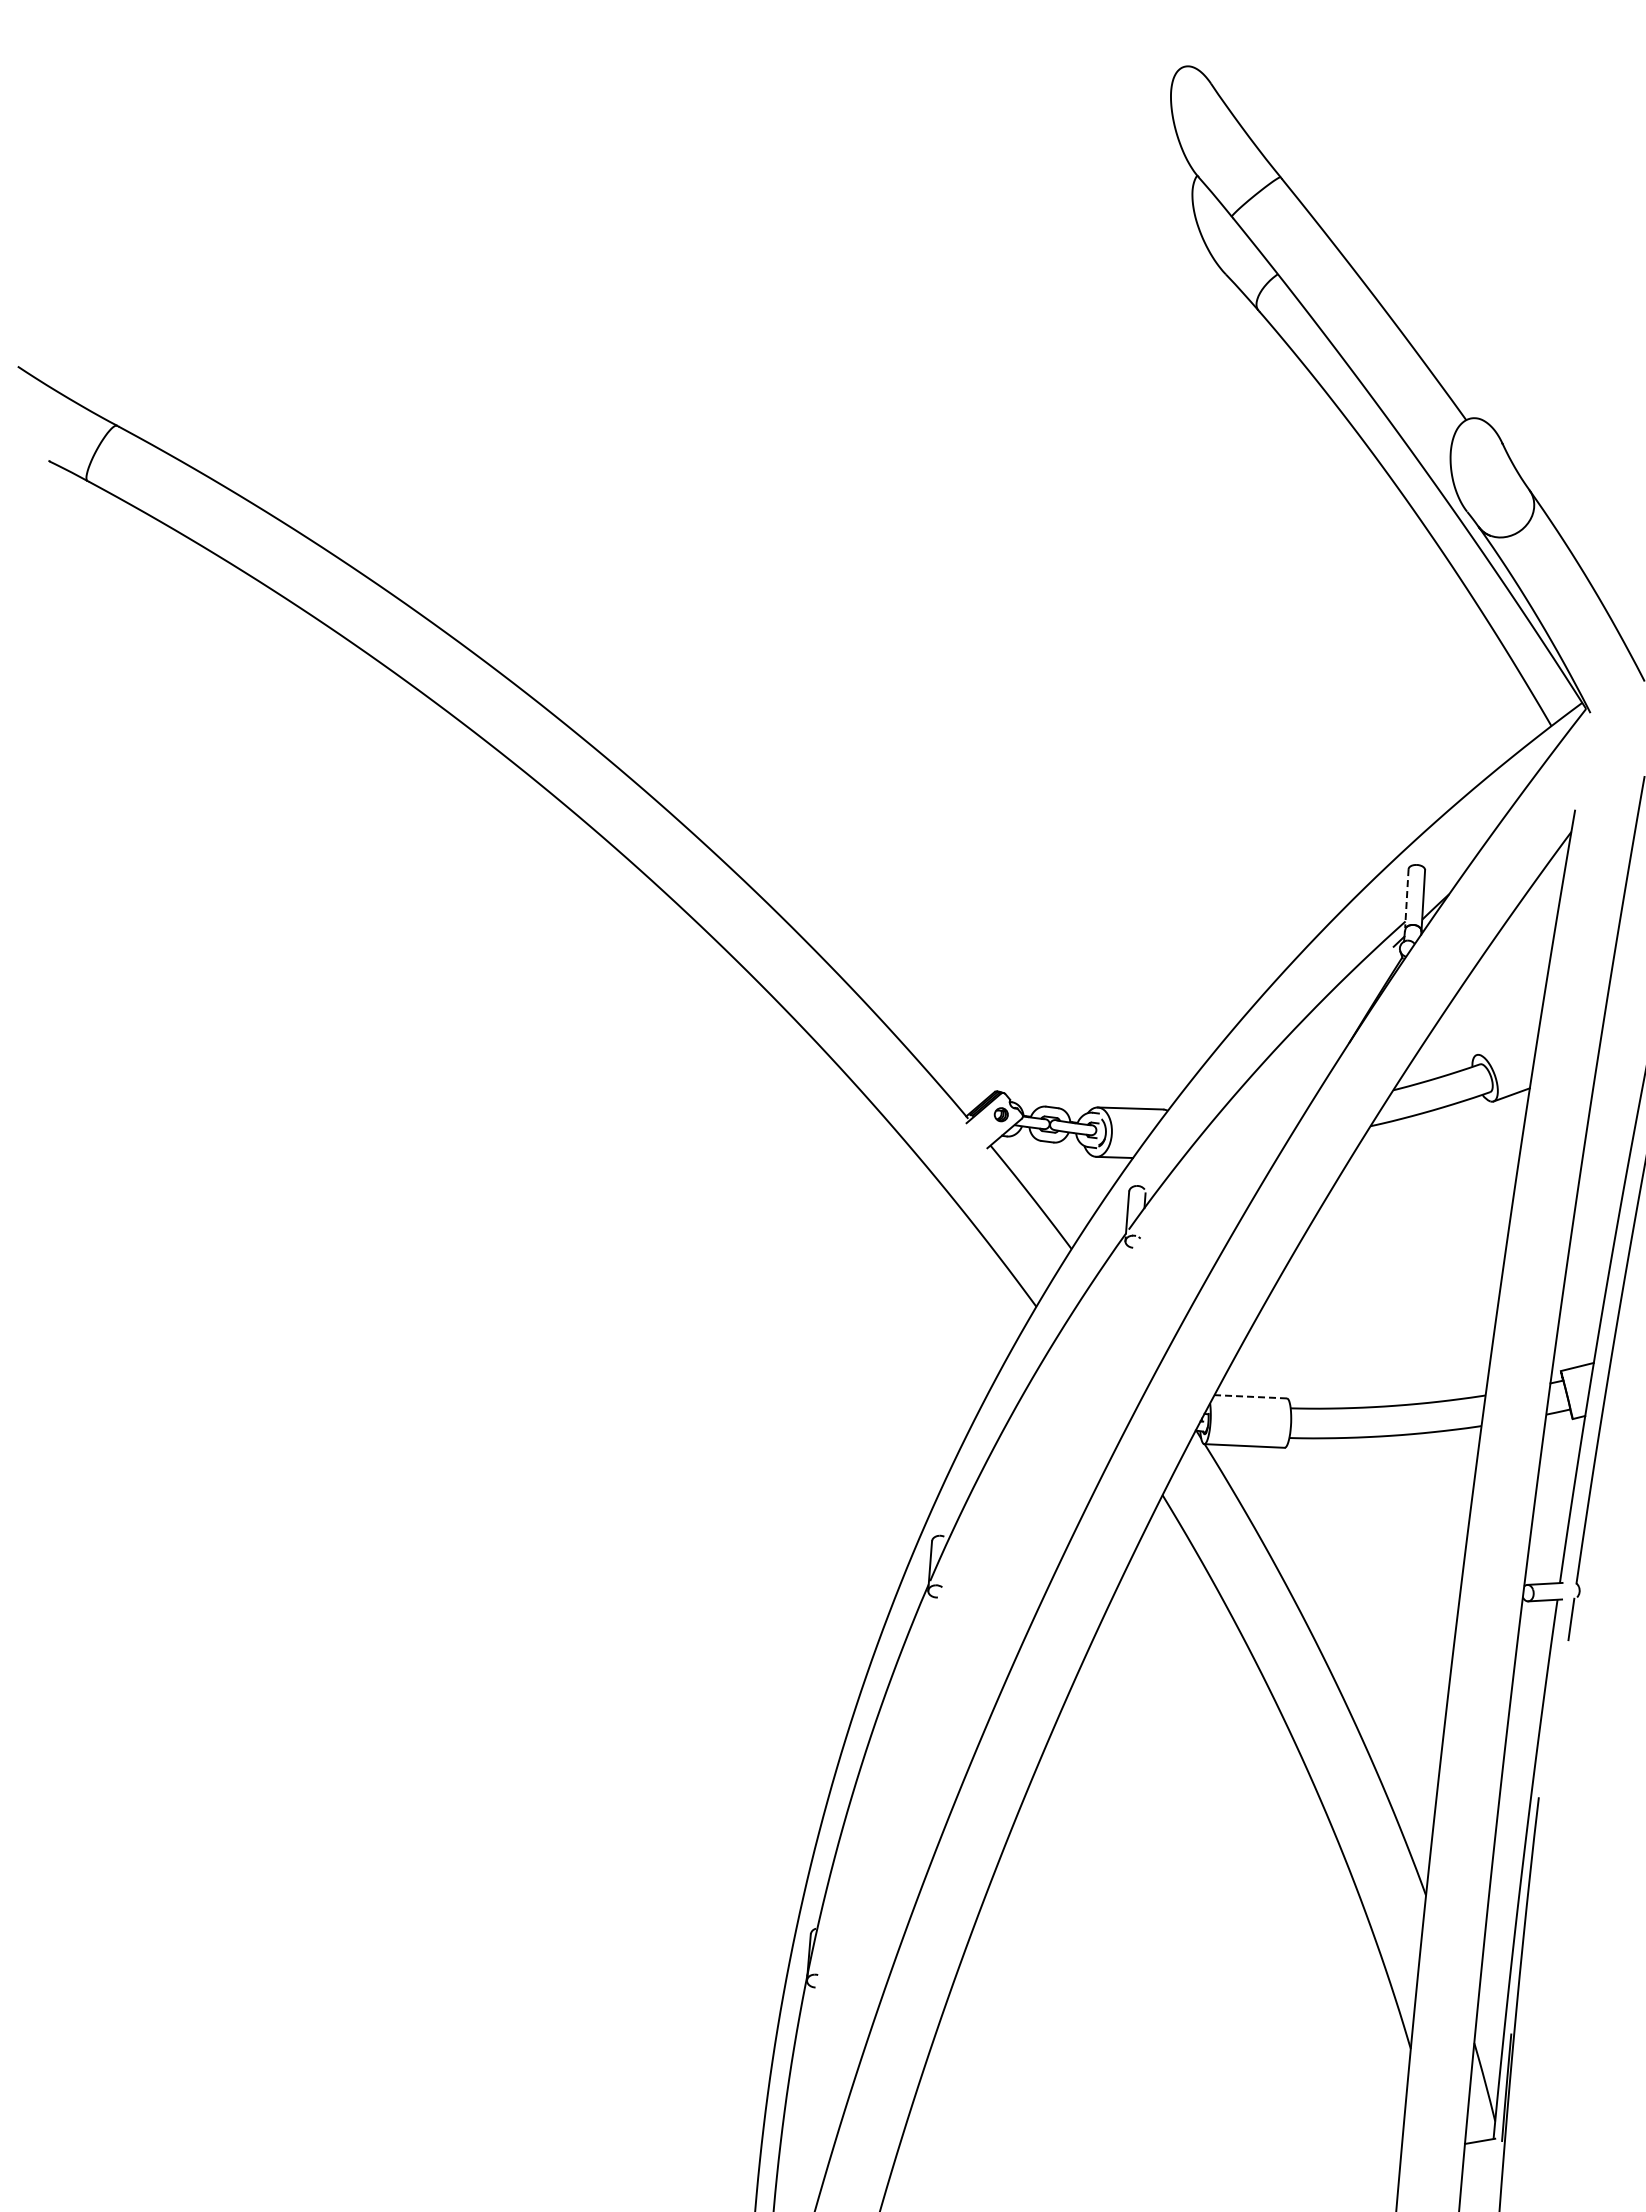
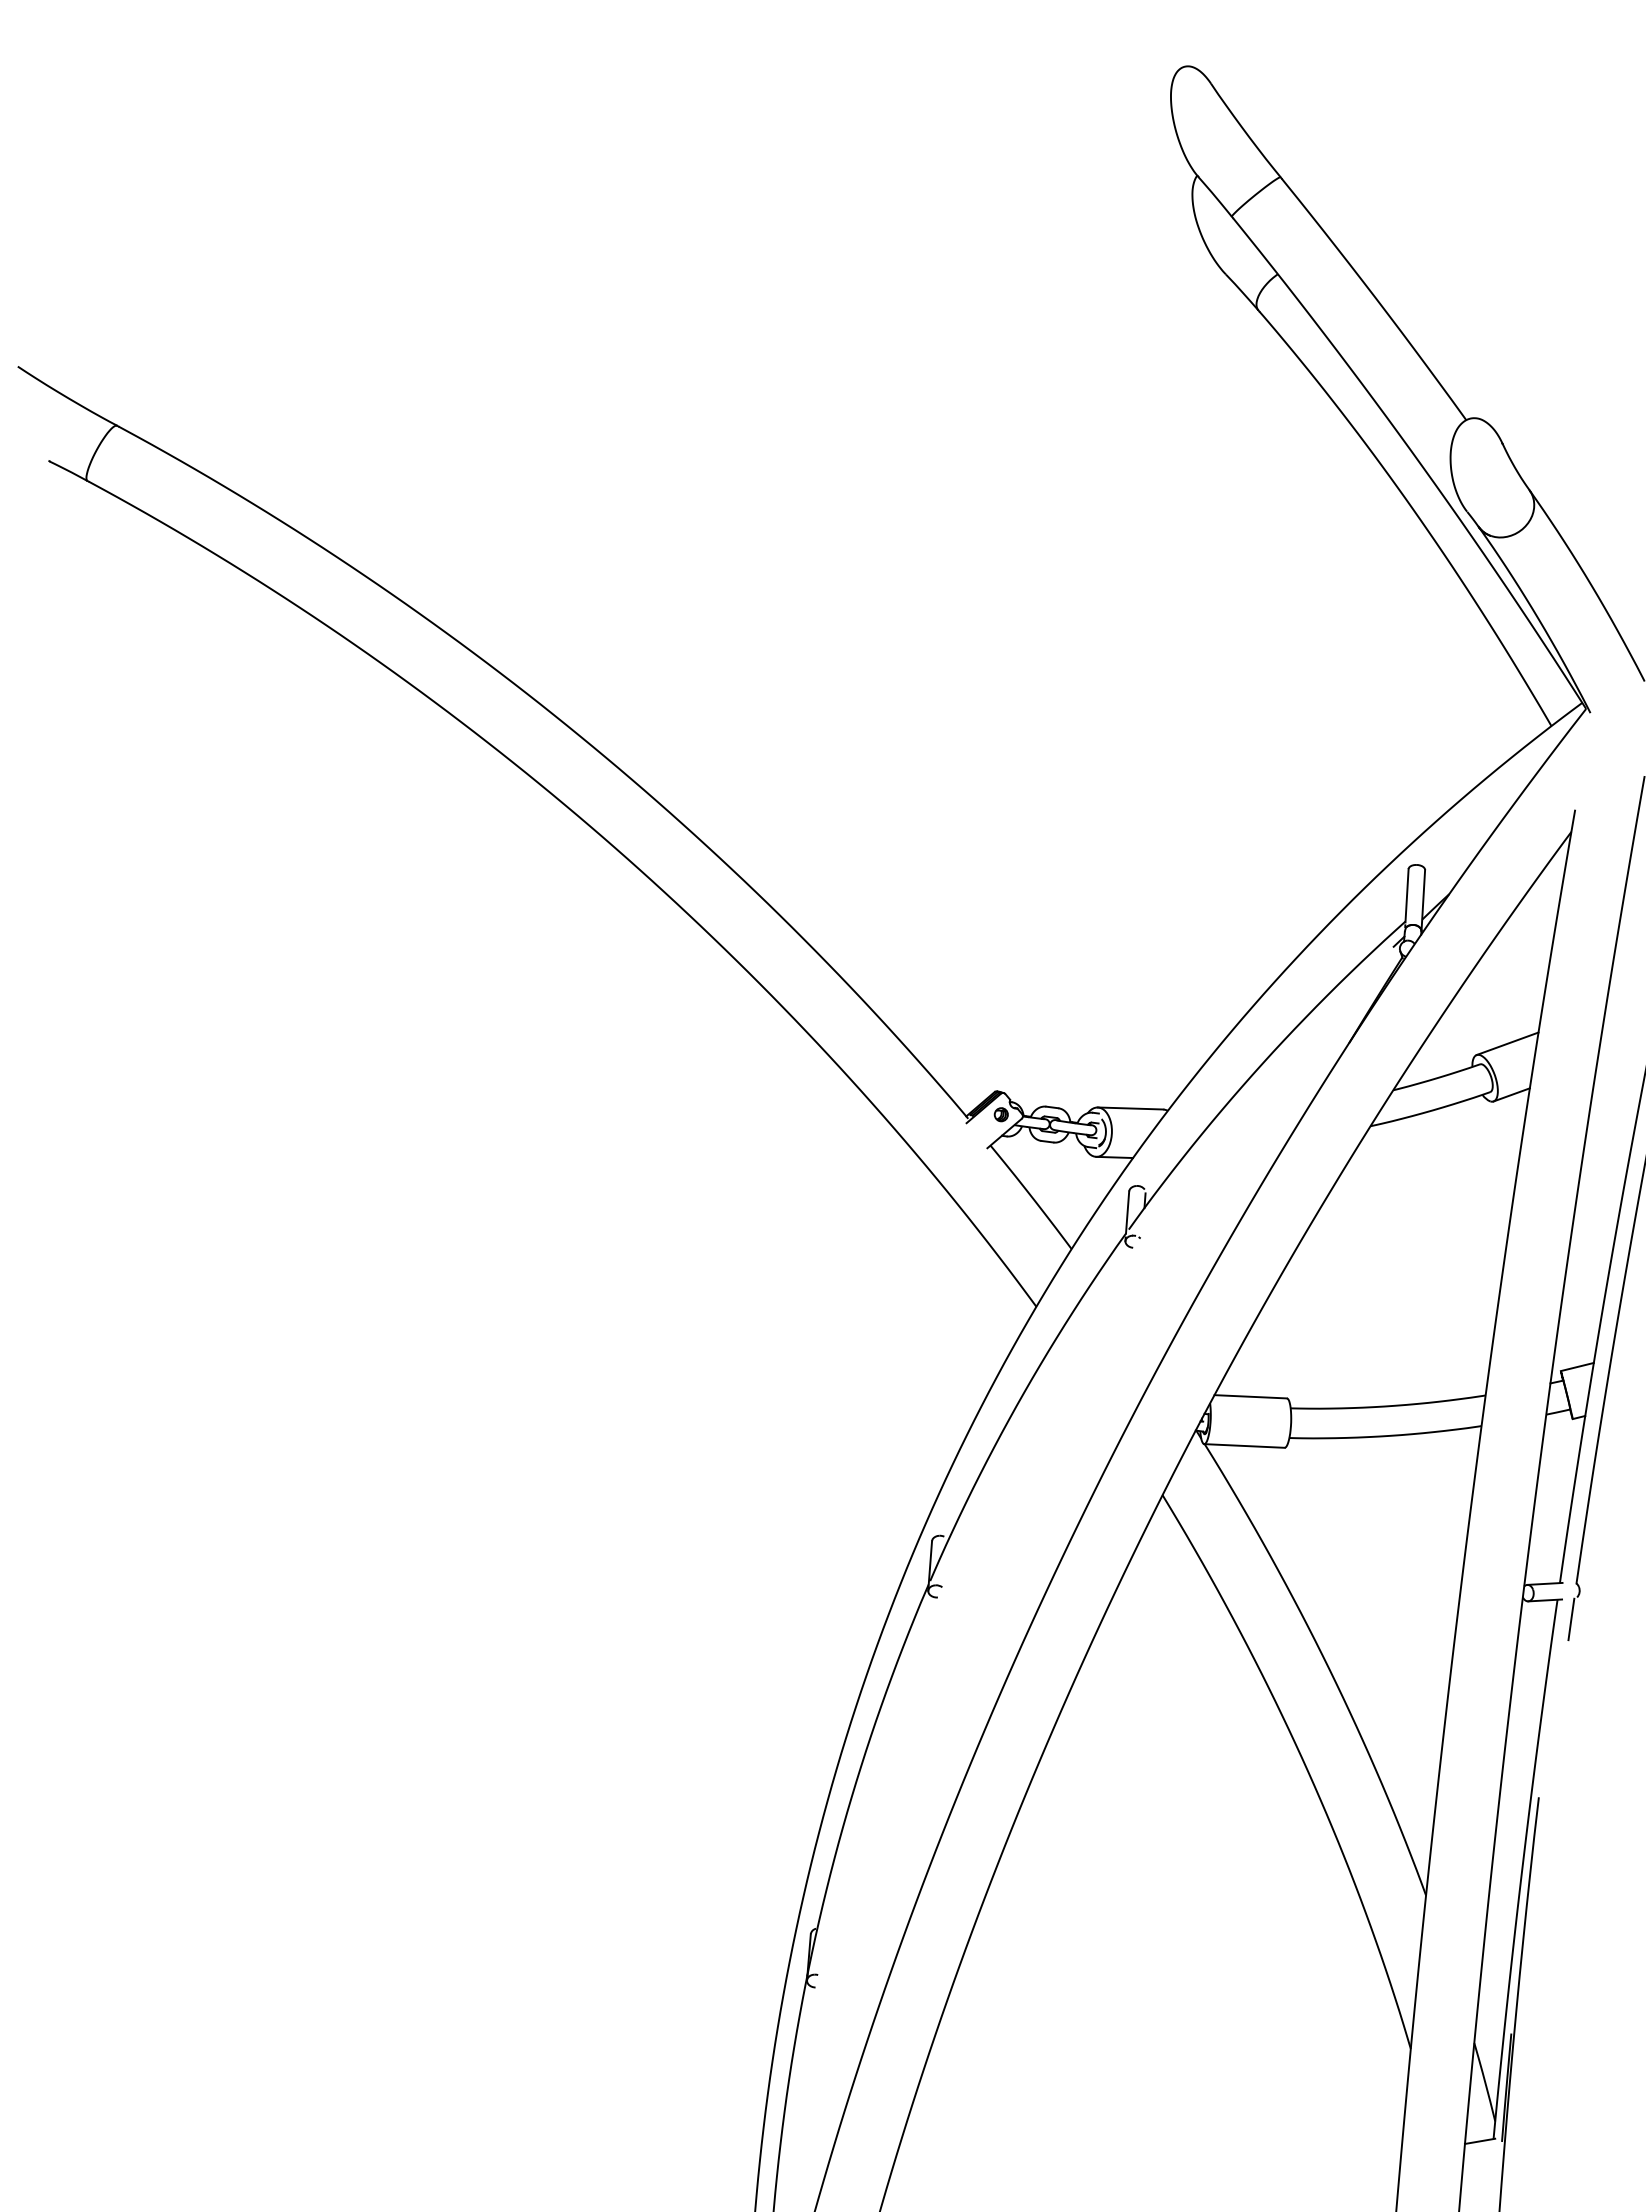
line at (1407, 895): dashed -> solid
line at (1507, 1043): none -> present
line at (1250, 1396): dashed -> solid
